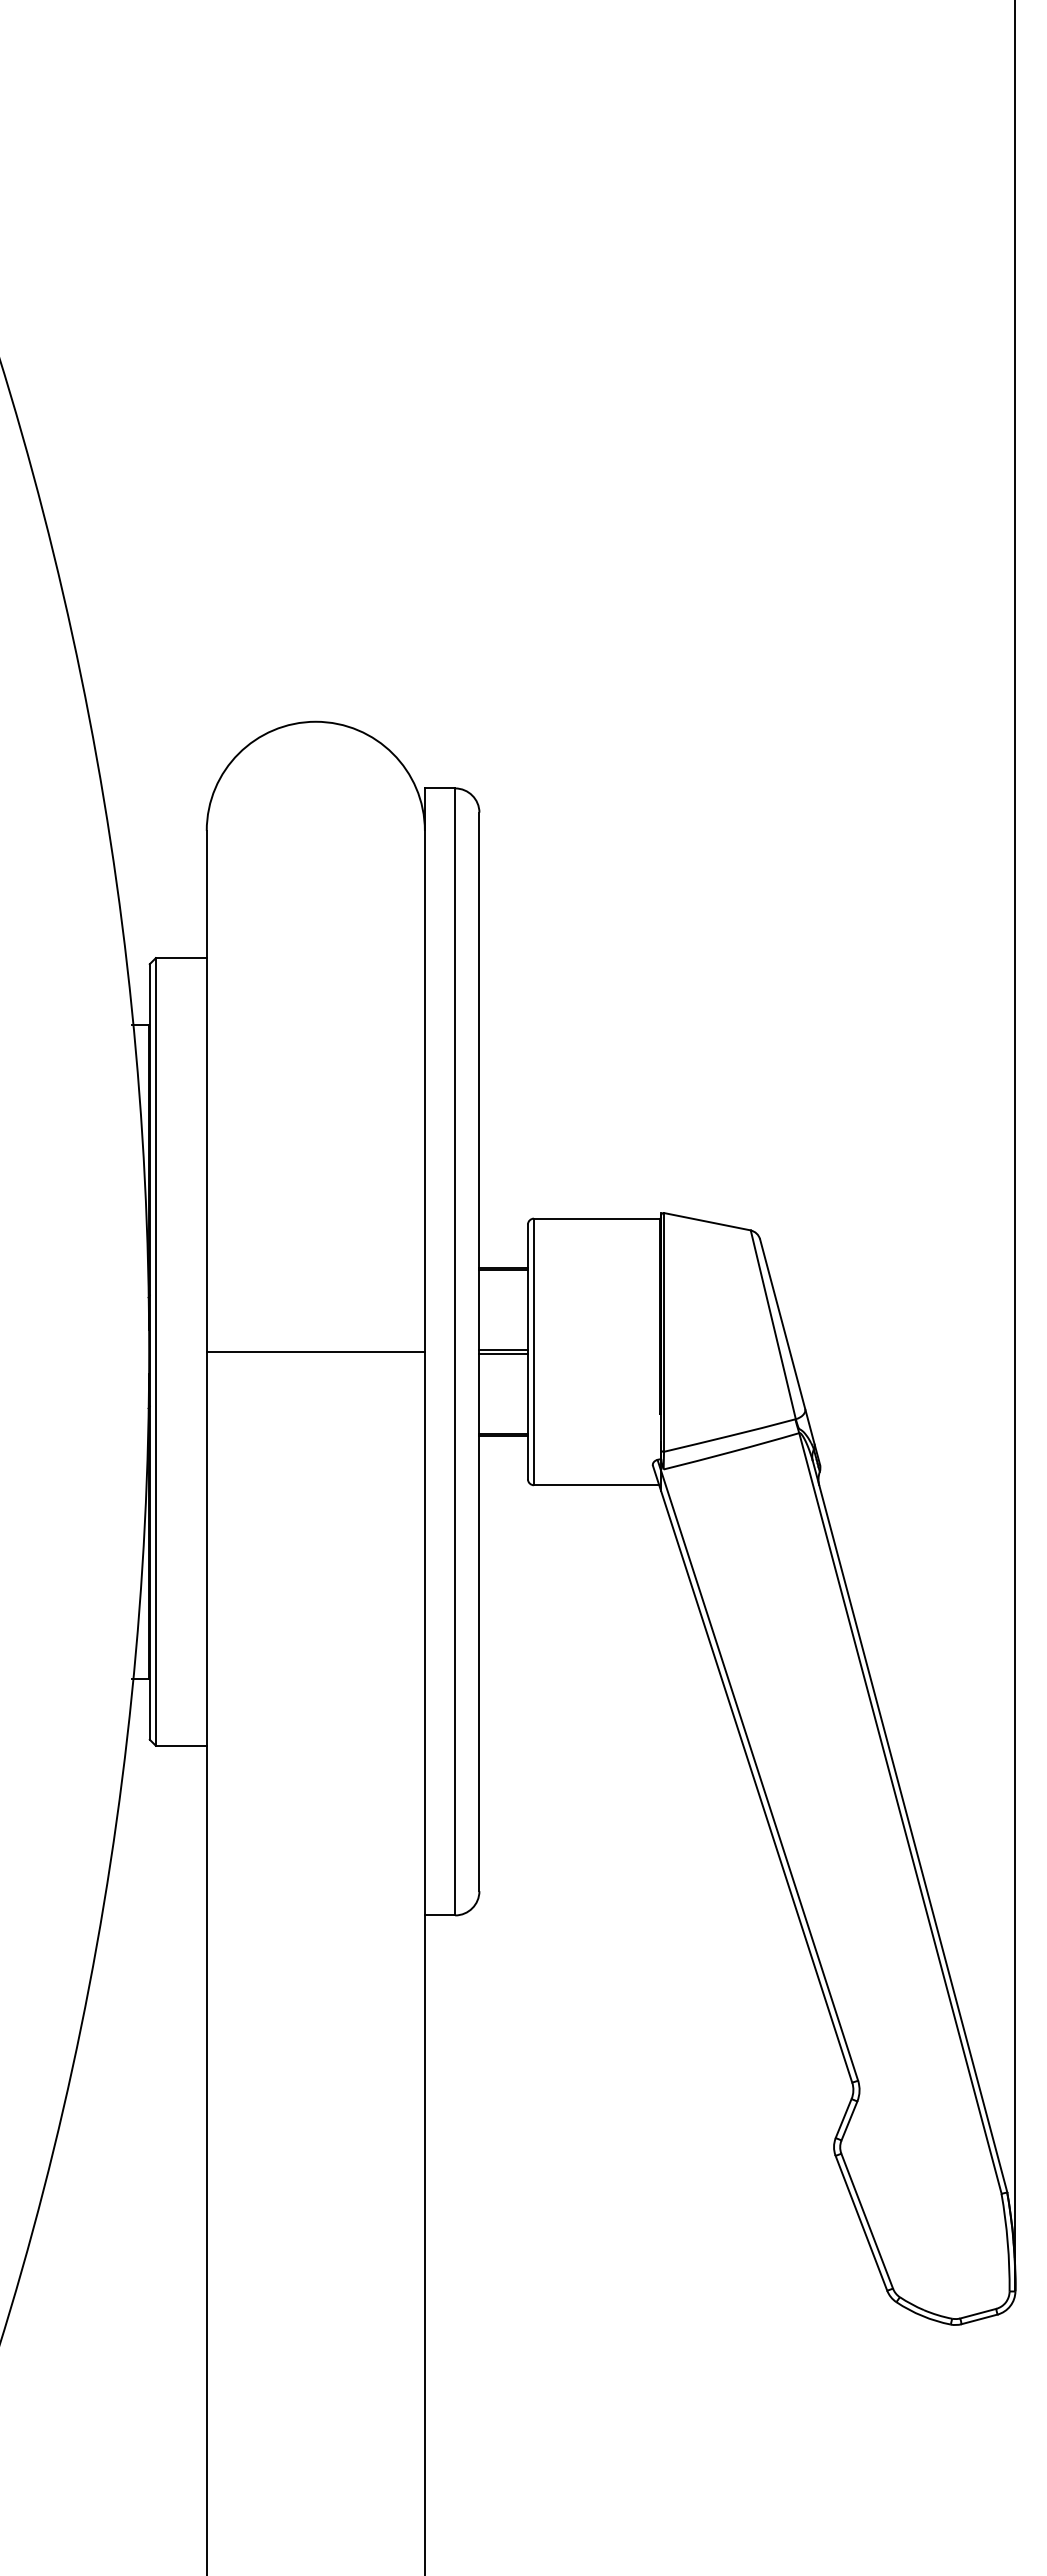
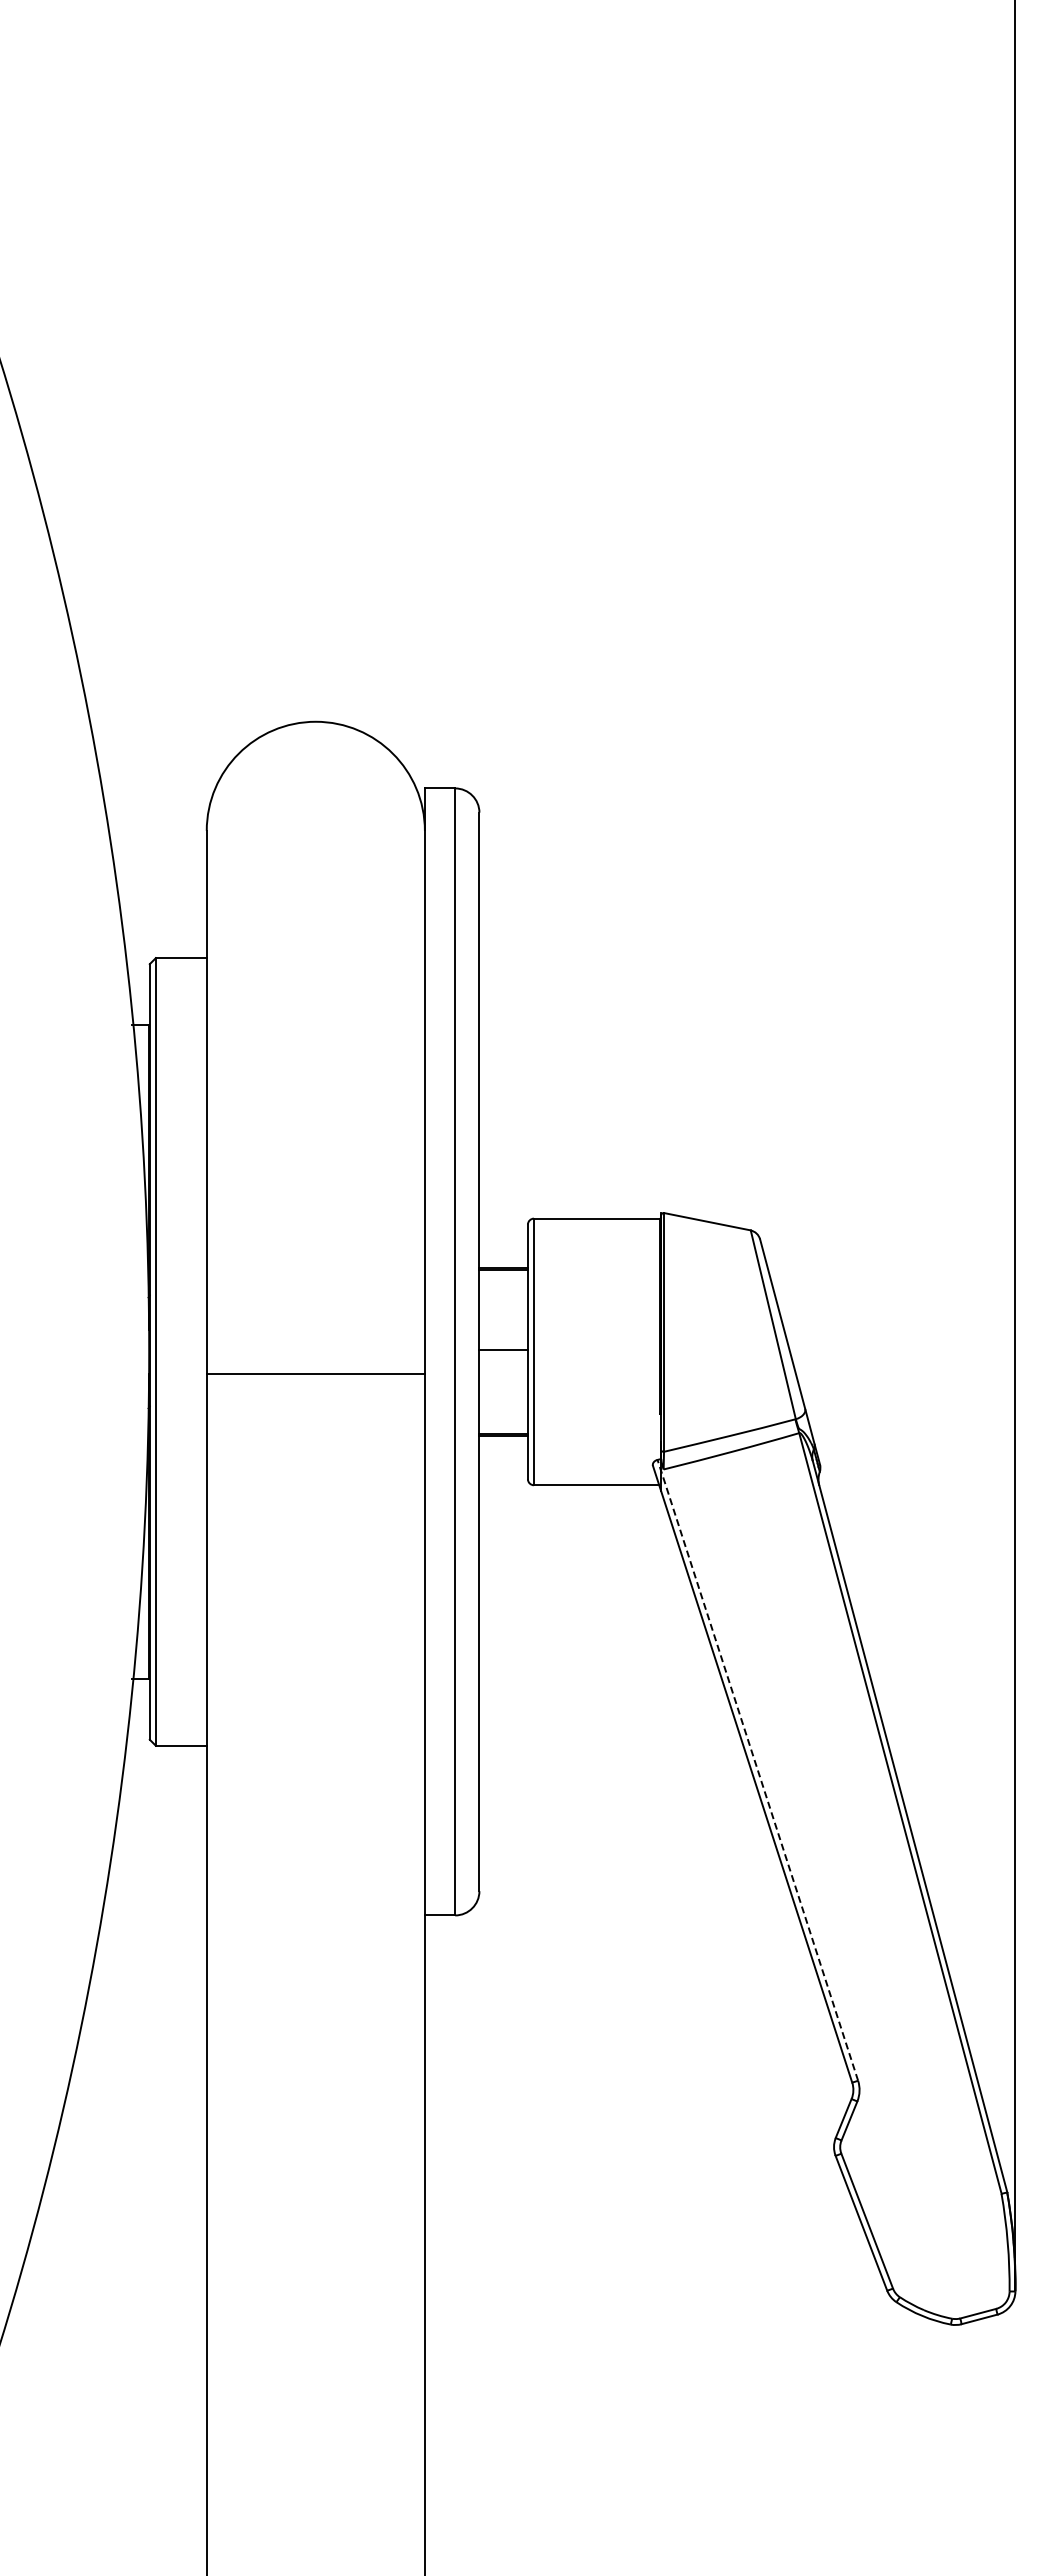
line at (315, 1351) position: (315, 1351) -> (315, 1373)
line at (503, 1353): present -> none
line at (757, 1769): solid -> dashed
